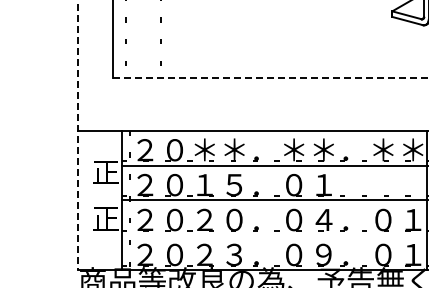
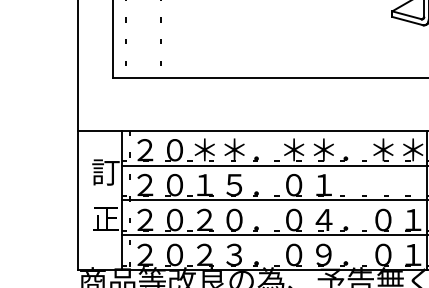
line at (270, 78): dashed -> solid
line at (77, 135): dashed -> solid
text at (105, 172): 正 -> 訂
line at (273, 235): none -> present
